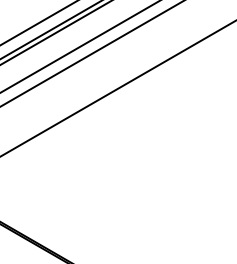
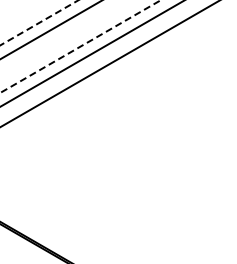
line at (39, 22): solid -> dashed
line at (55, 32): present -> none
line at (80, 46): solid -> dashed
line at (117, 88) position: (117, 88) -> (109, 63)
